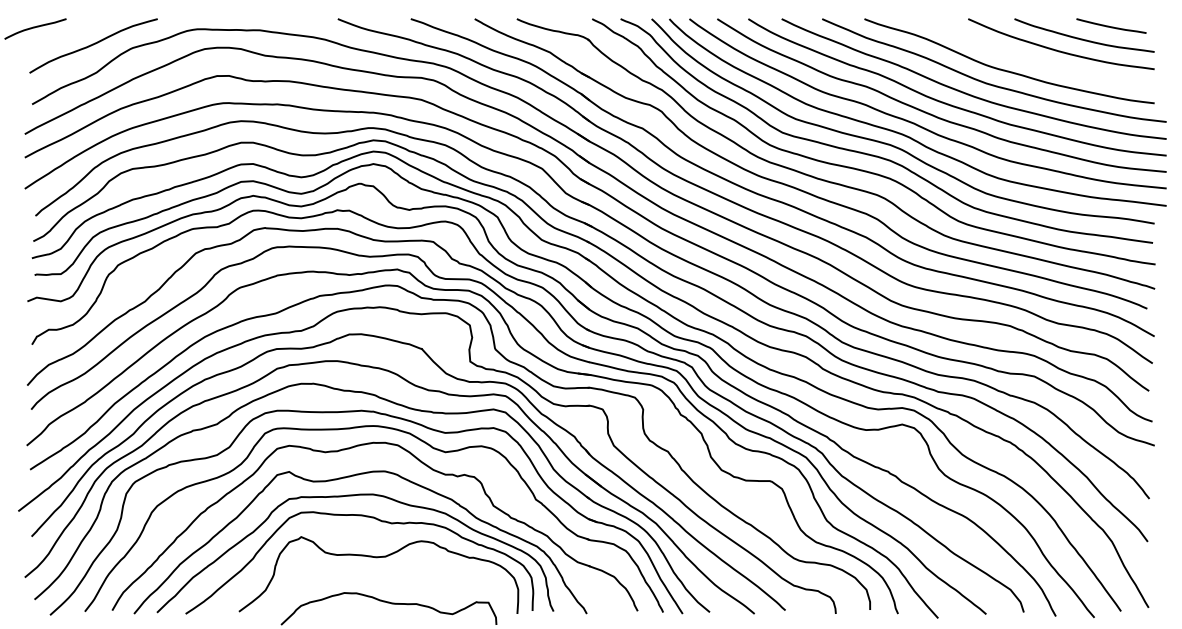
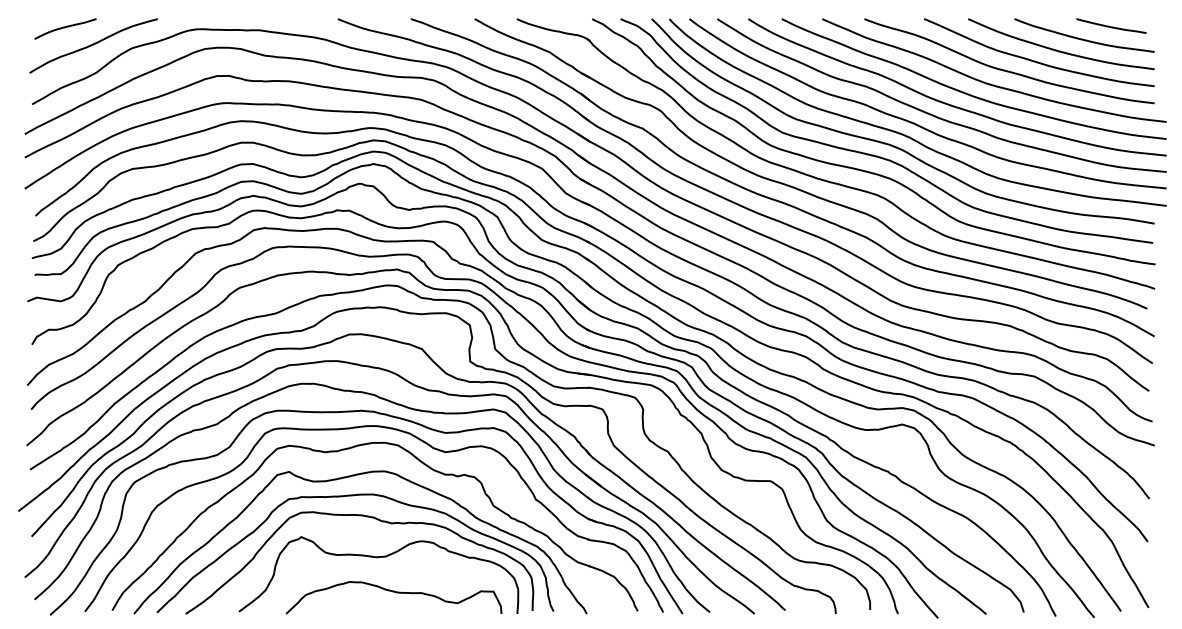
curve at (35, 27) position: (35, 27) -> (65, 27)
curve at (1035, 60): none -> present
curve at (388, 603) position: (388, 603) -> (393, 592)
